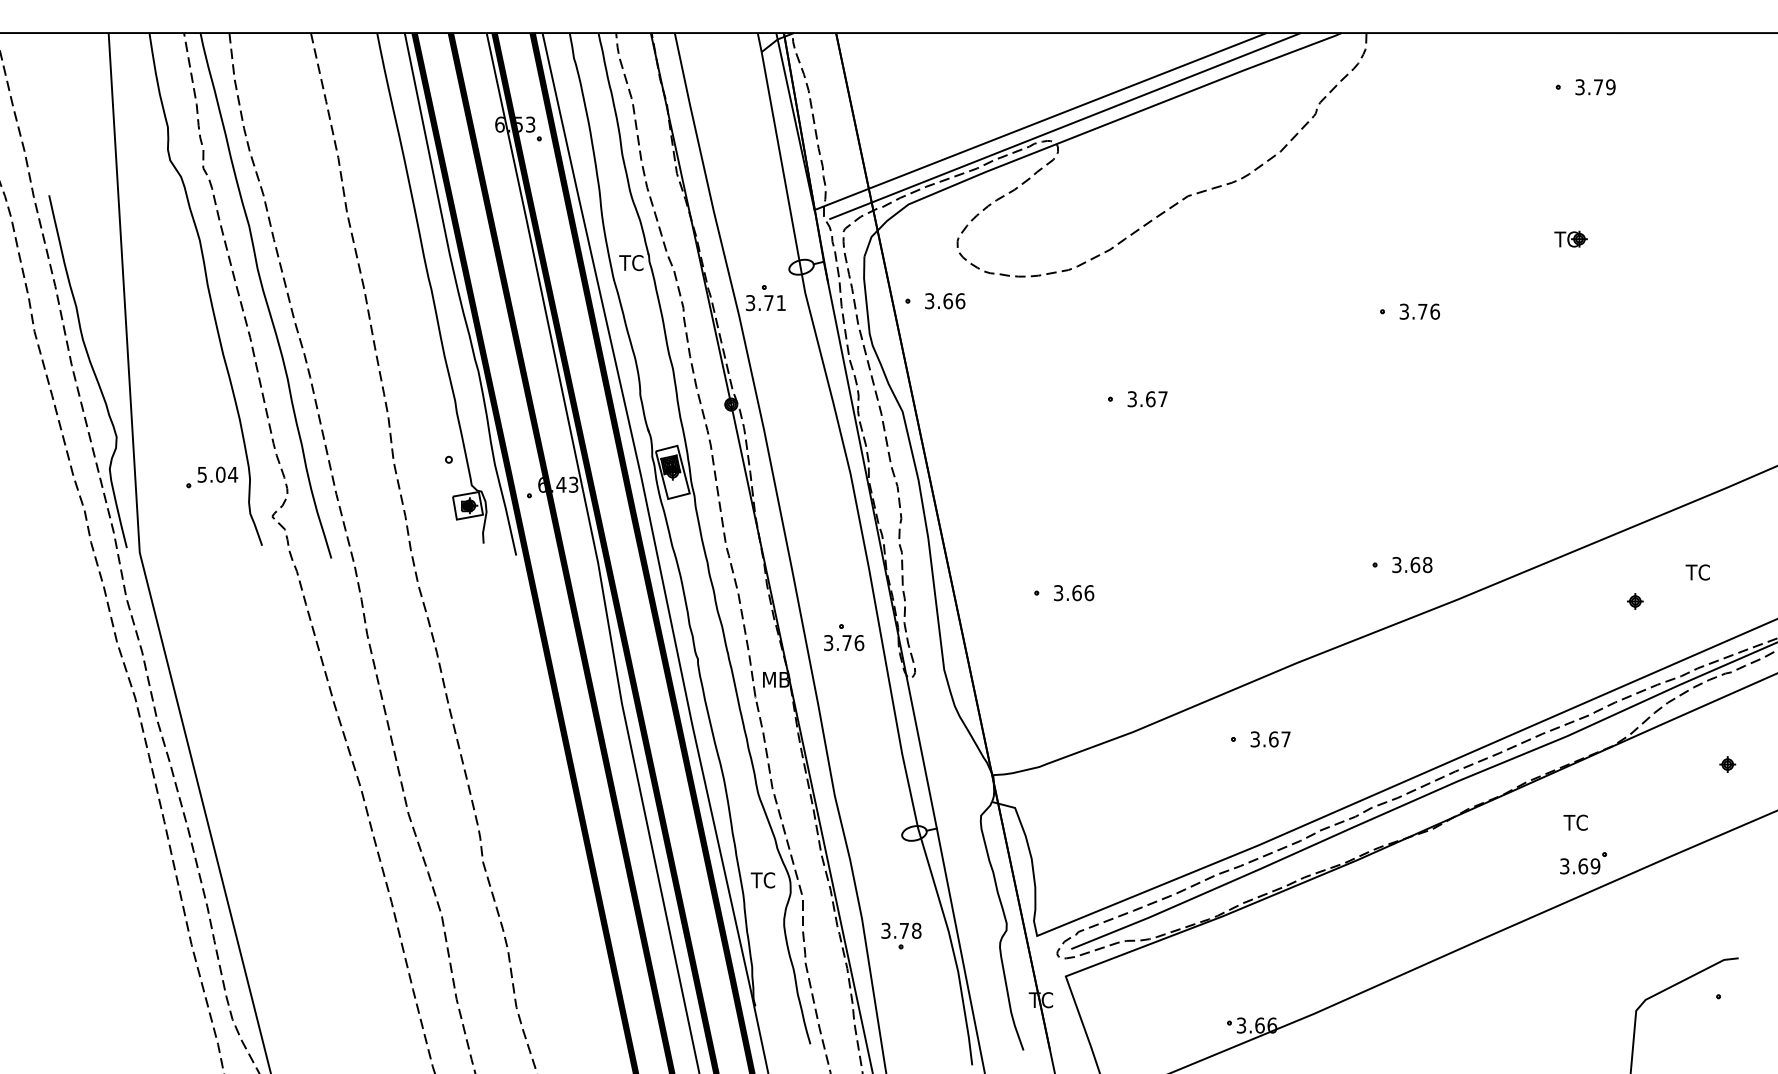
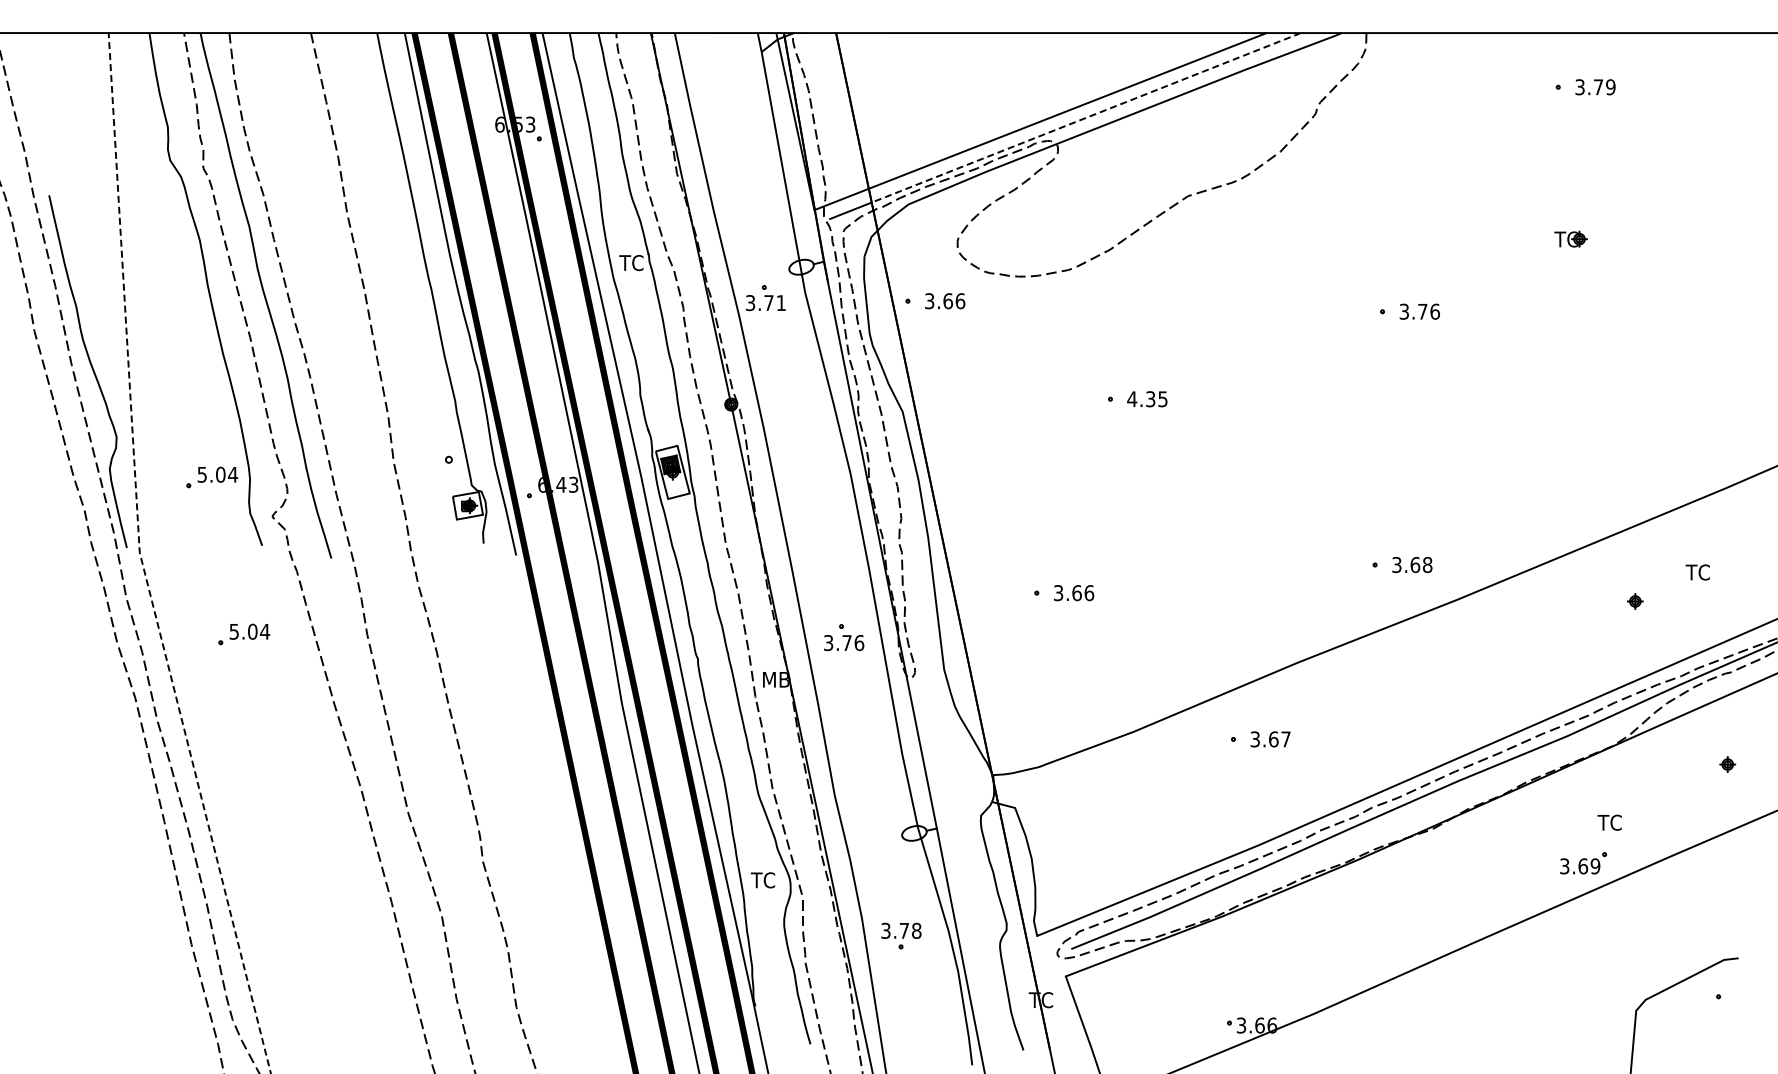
line at (1086, 117): solid -> dashed
text at (1147, 399): 3.67 -> 4.35
line at (141, 559): solid -> dashed
part at (244, 634): none -> present
text at (1575, 822) position: (1575, 822) -> (1609, 822)
